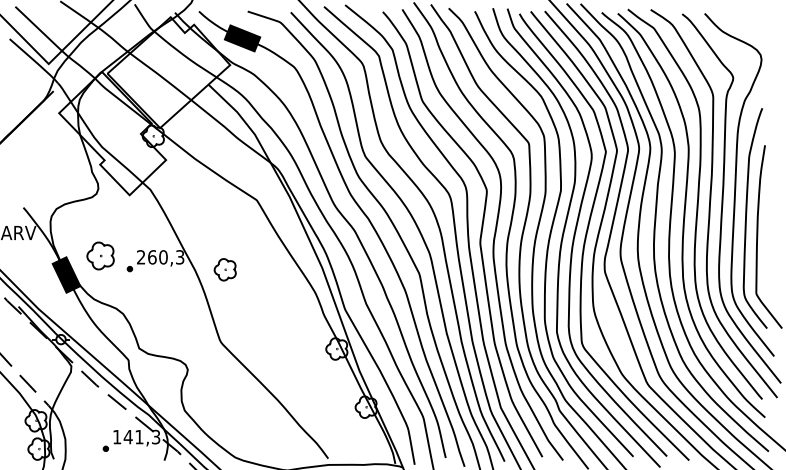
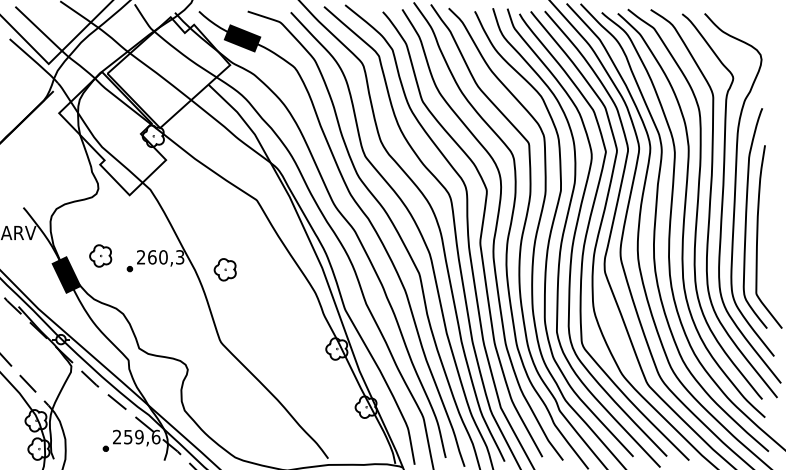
part at (100, 255) size: 29x30 px -> 24x24 px
text at (136, 436): 141,3 -> 259,6
